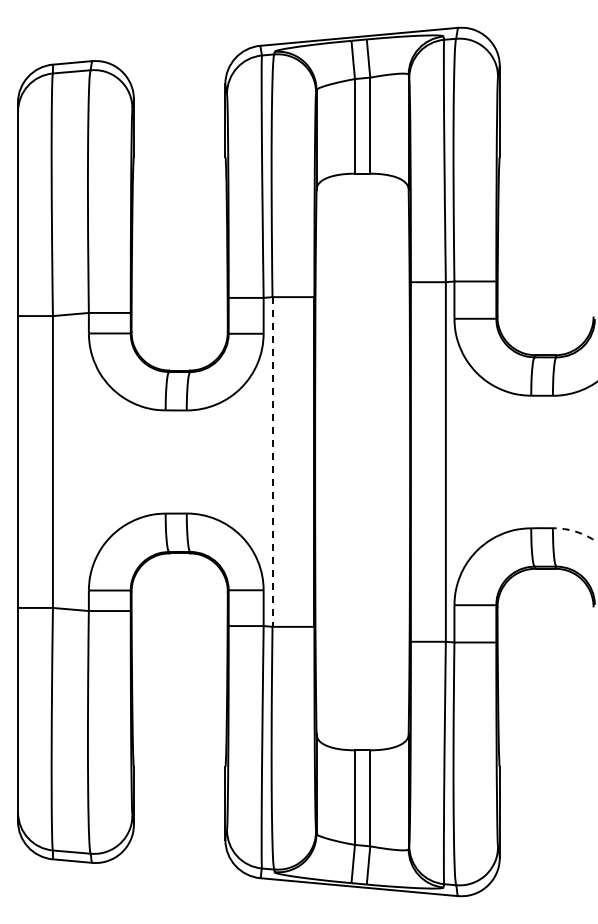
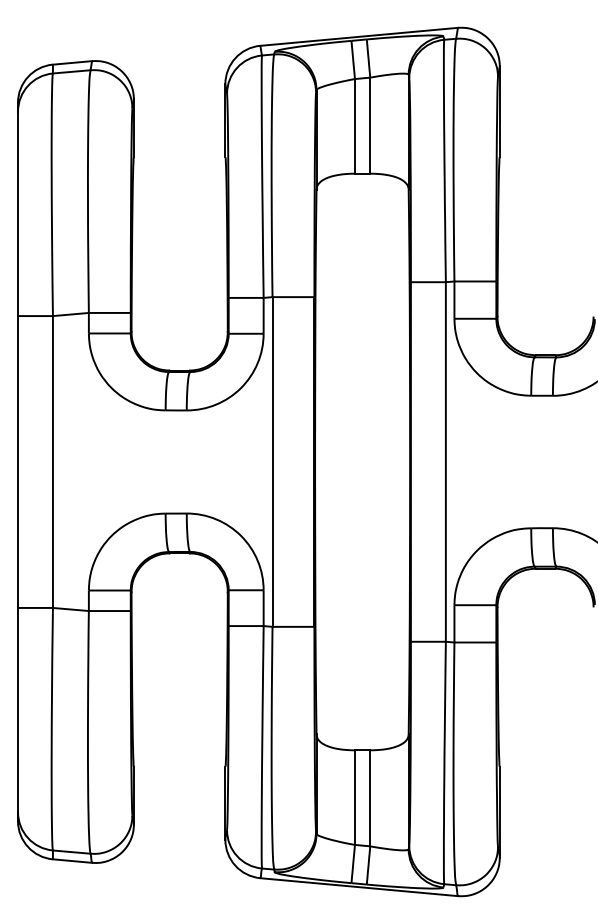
line at (272, 461): dashed -> solid
arc at (576, 531): dashed -> solid
